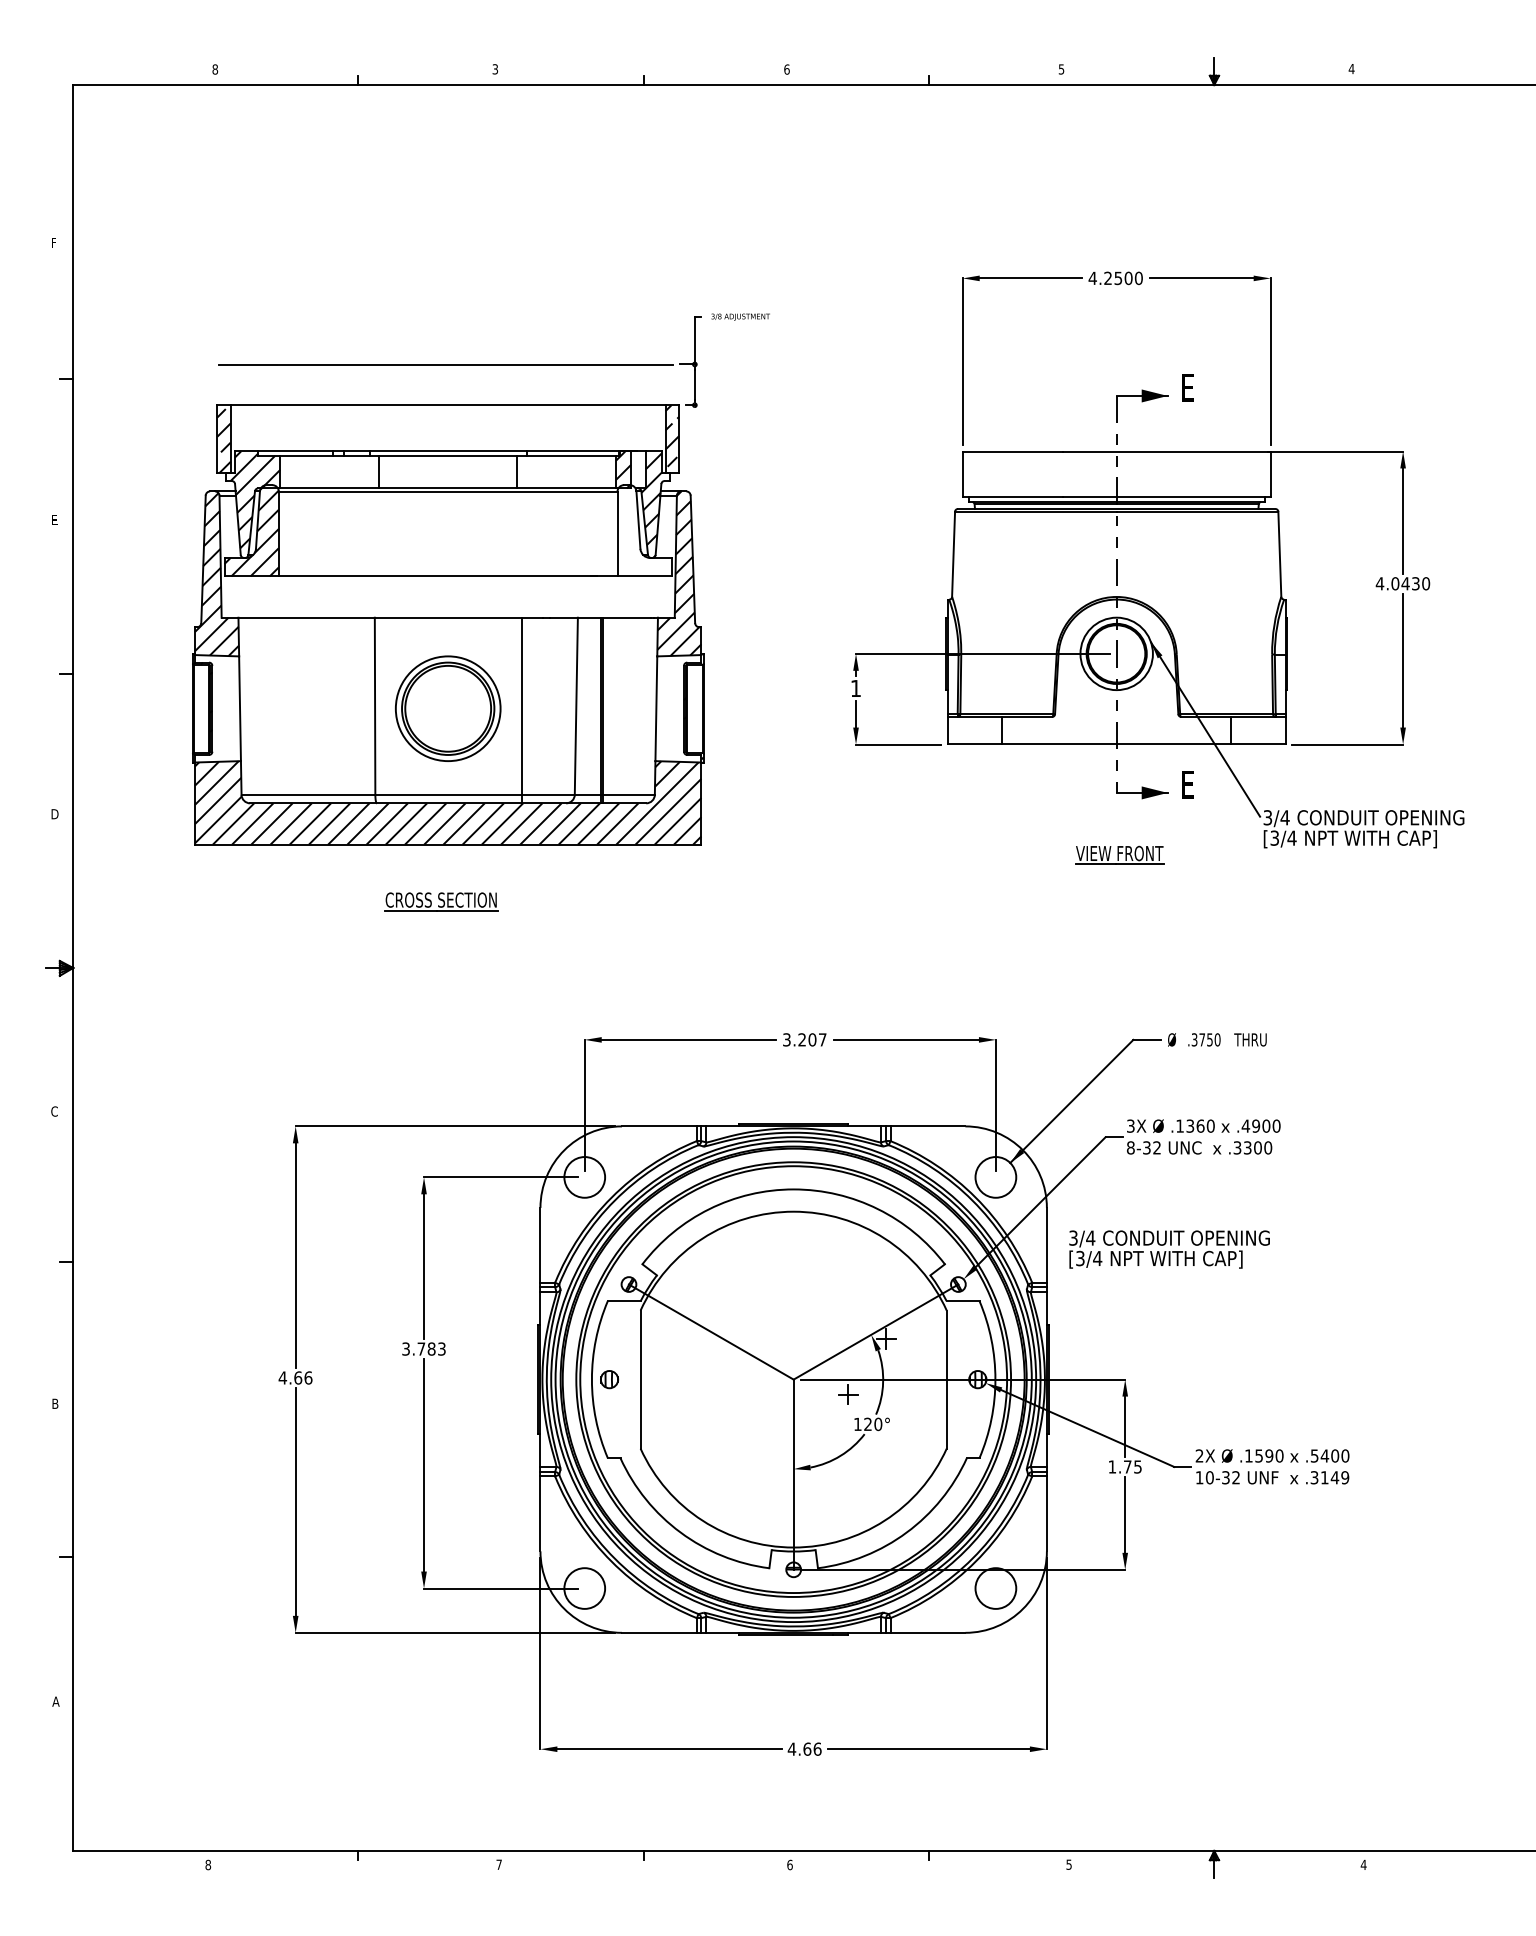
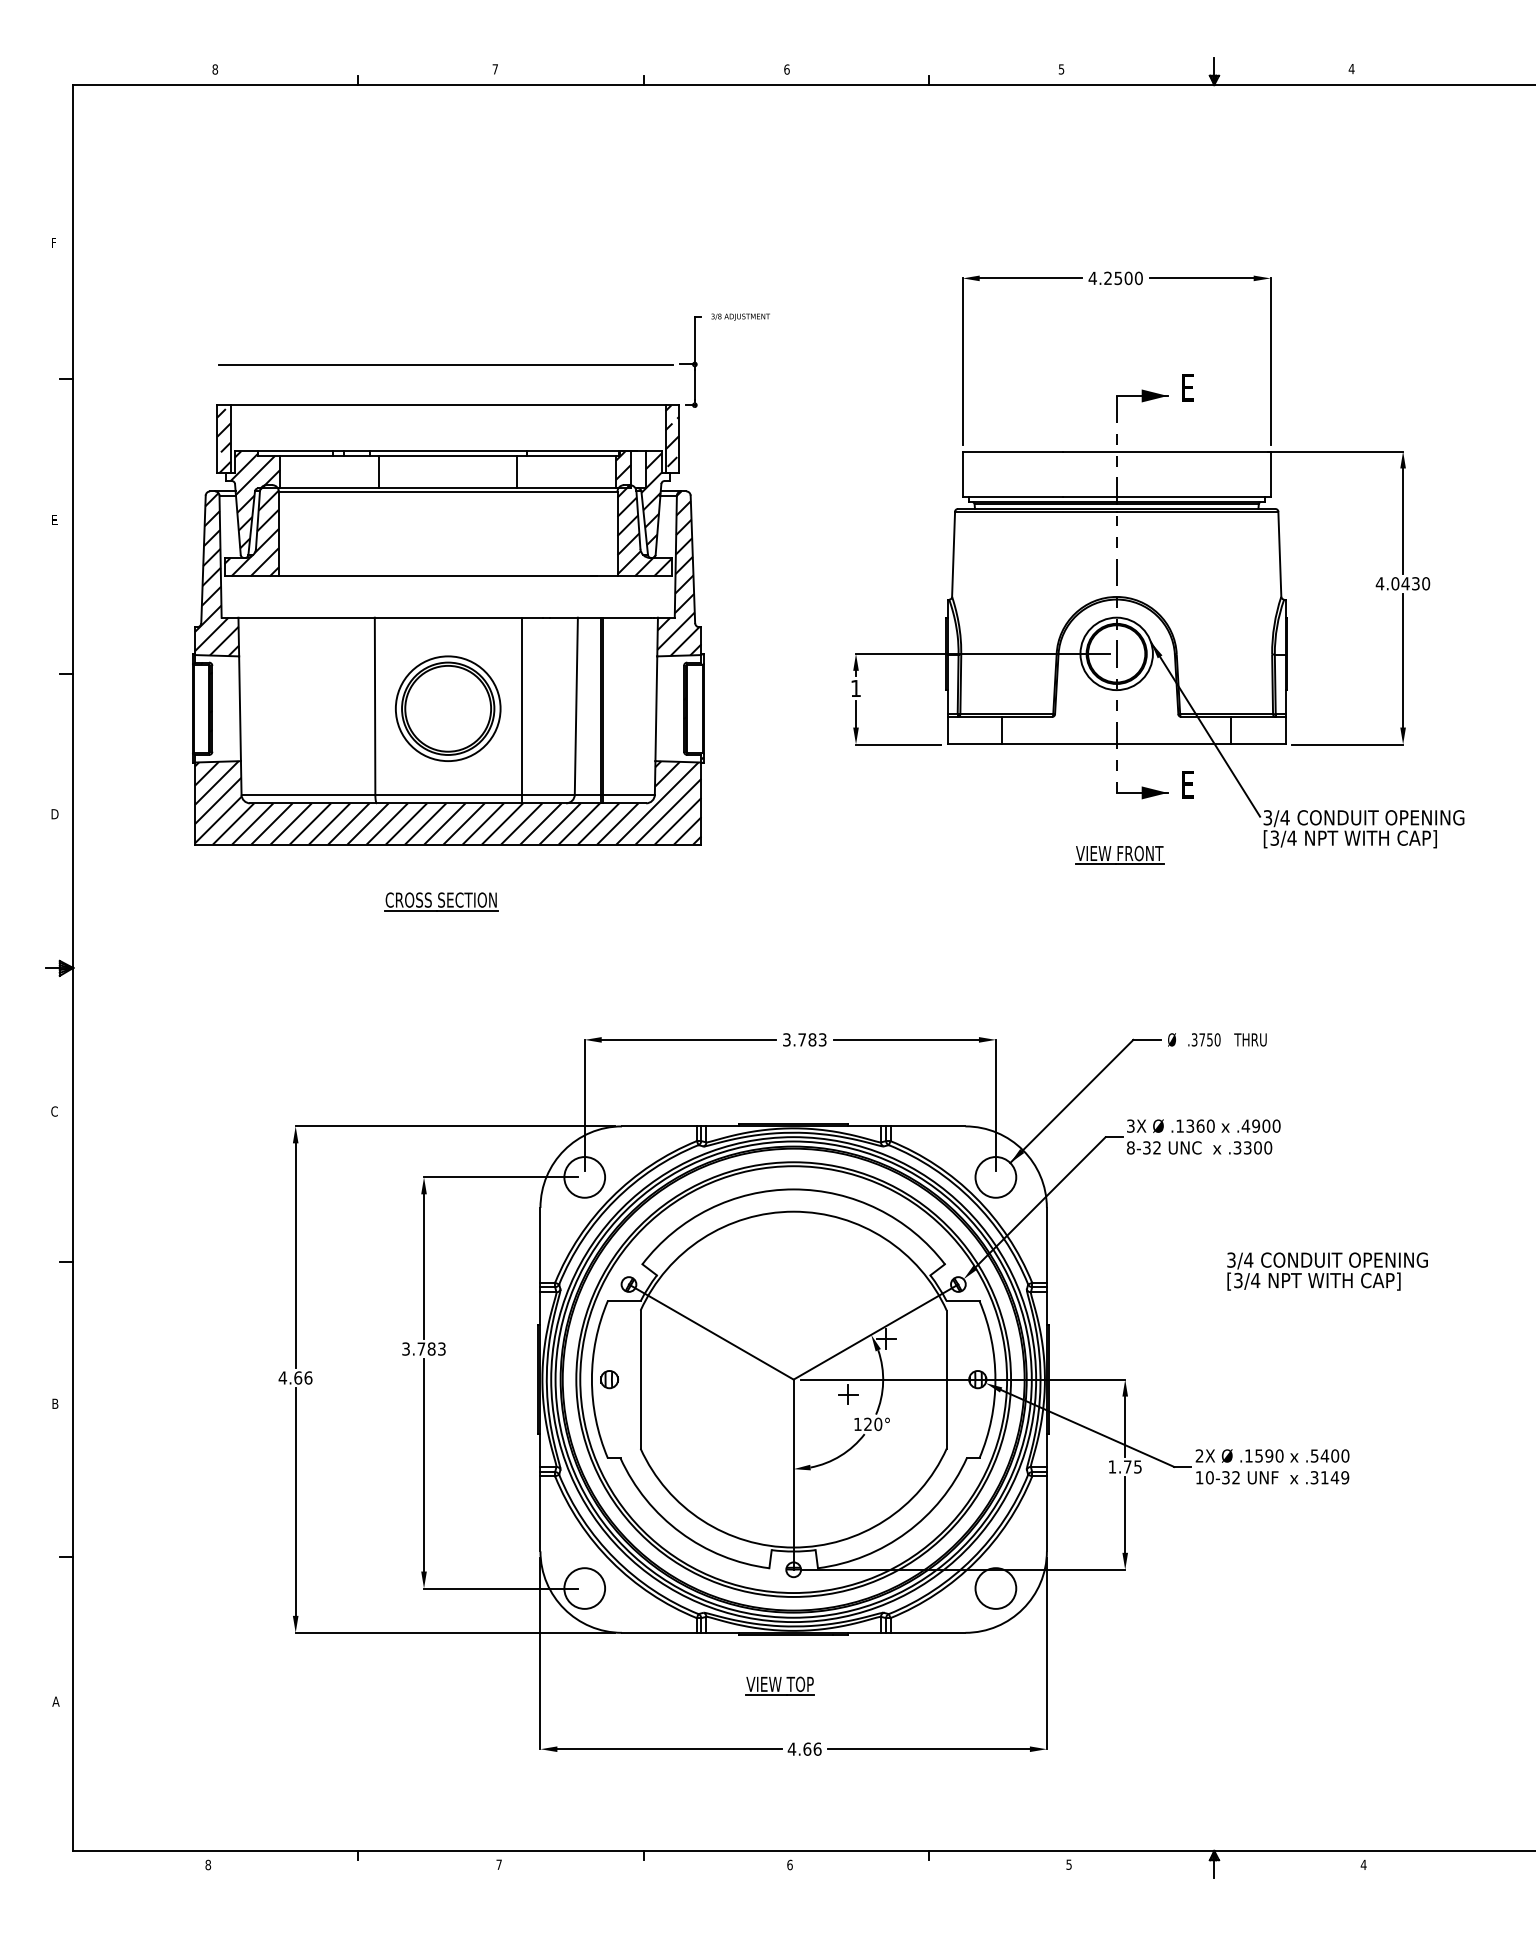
text at (495, 69): 3 -> 7
hatch at (644, 530): none -> present
text at (812, 1039): 3.207 -> 3.783
text at (1169, 1249) position: (1169, 1249) -> (1327, 1271)
part at (779, 1685): none -> present
